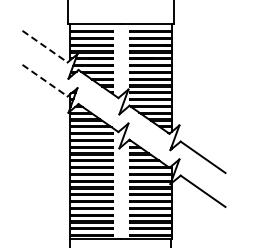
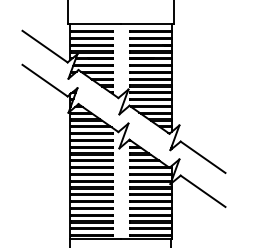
line at (45, 46): dashed -> solid
line at (45, 80): dashed -> solid
